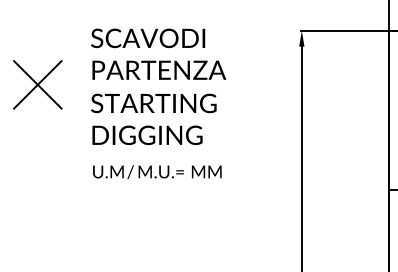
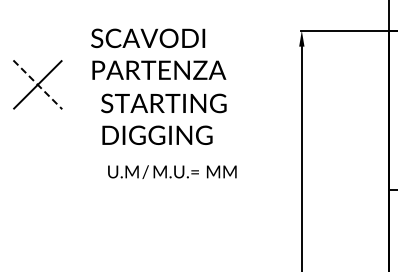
line at (37, 84): solid -> dashed
text at (153, 118) position: (153, 118) -> (163, 118)
text at (157, 171) position: (157, 171) -> (172, 171)
